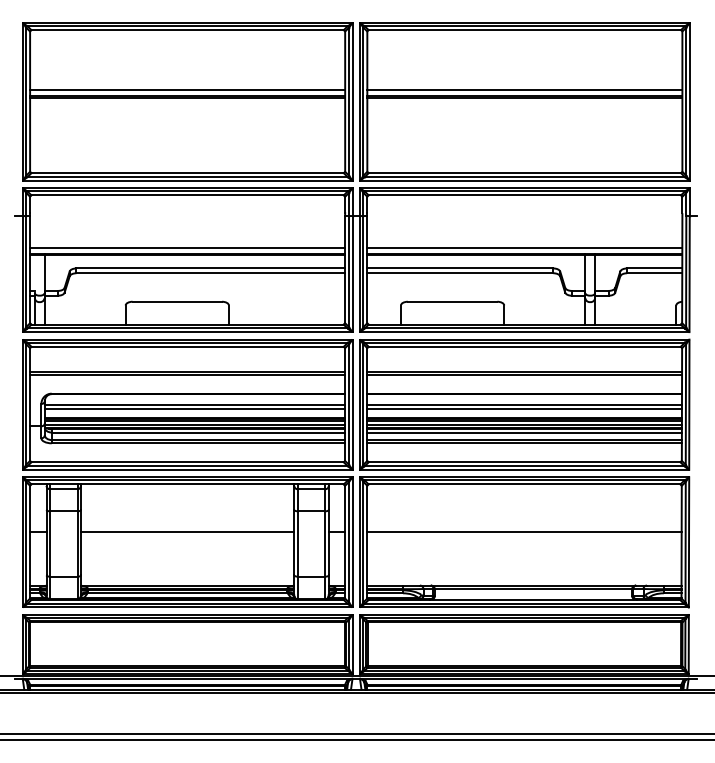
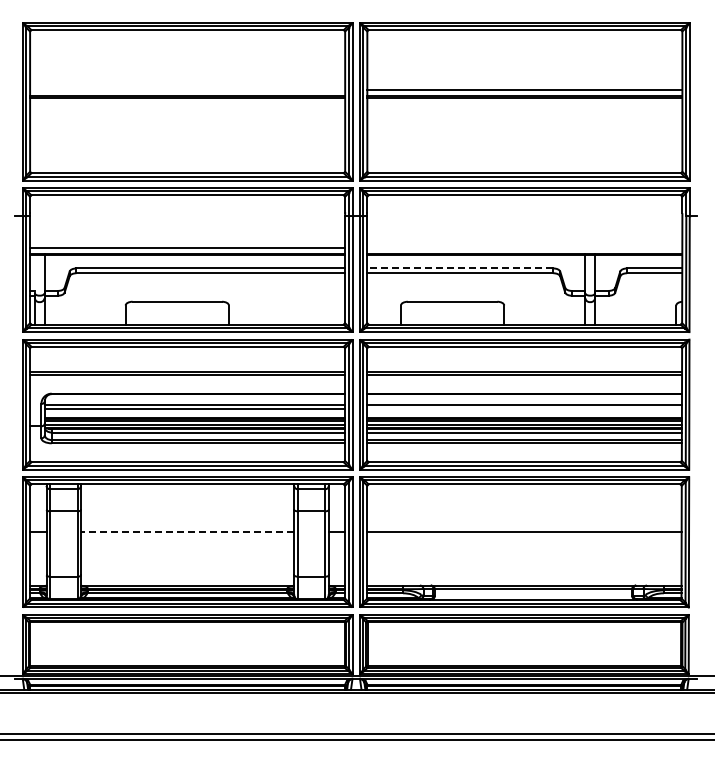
line at (187, 90): present -> none
line at (524, 247): present -> none
line at (459, 268): solid -> dashed
line at (524, 409): present -> none
line at (187, 532): solid -> dashed
